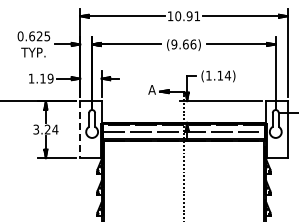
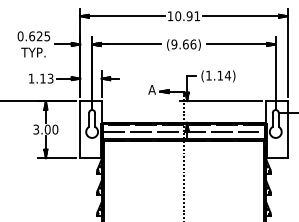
text at (50, 78): 1.19 -> 1.13
text at (51, 129): 3.24 -> 3.00
line at (80, 129): dashed -> solid
